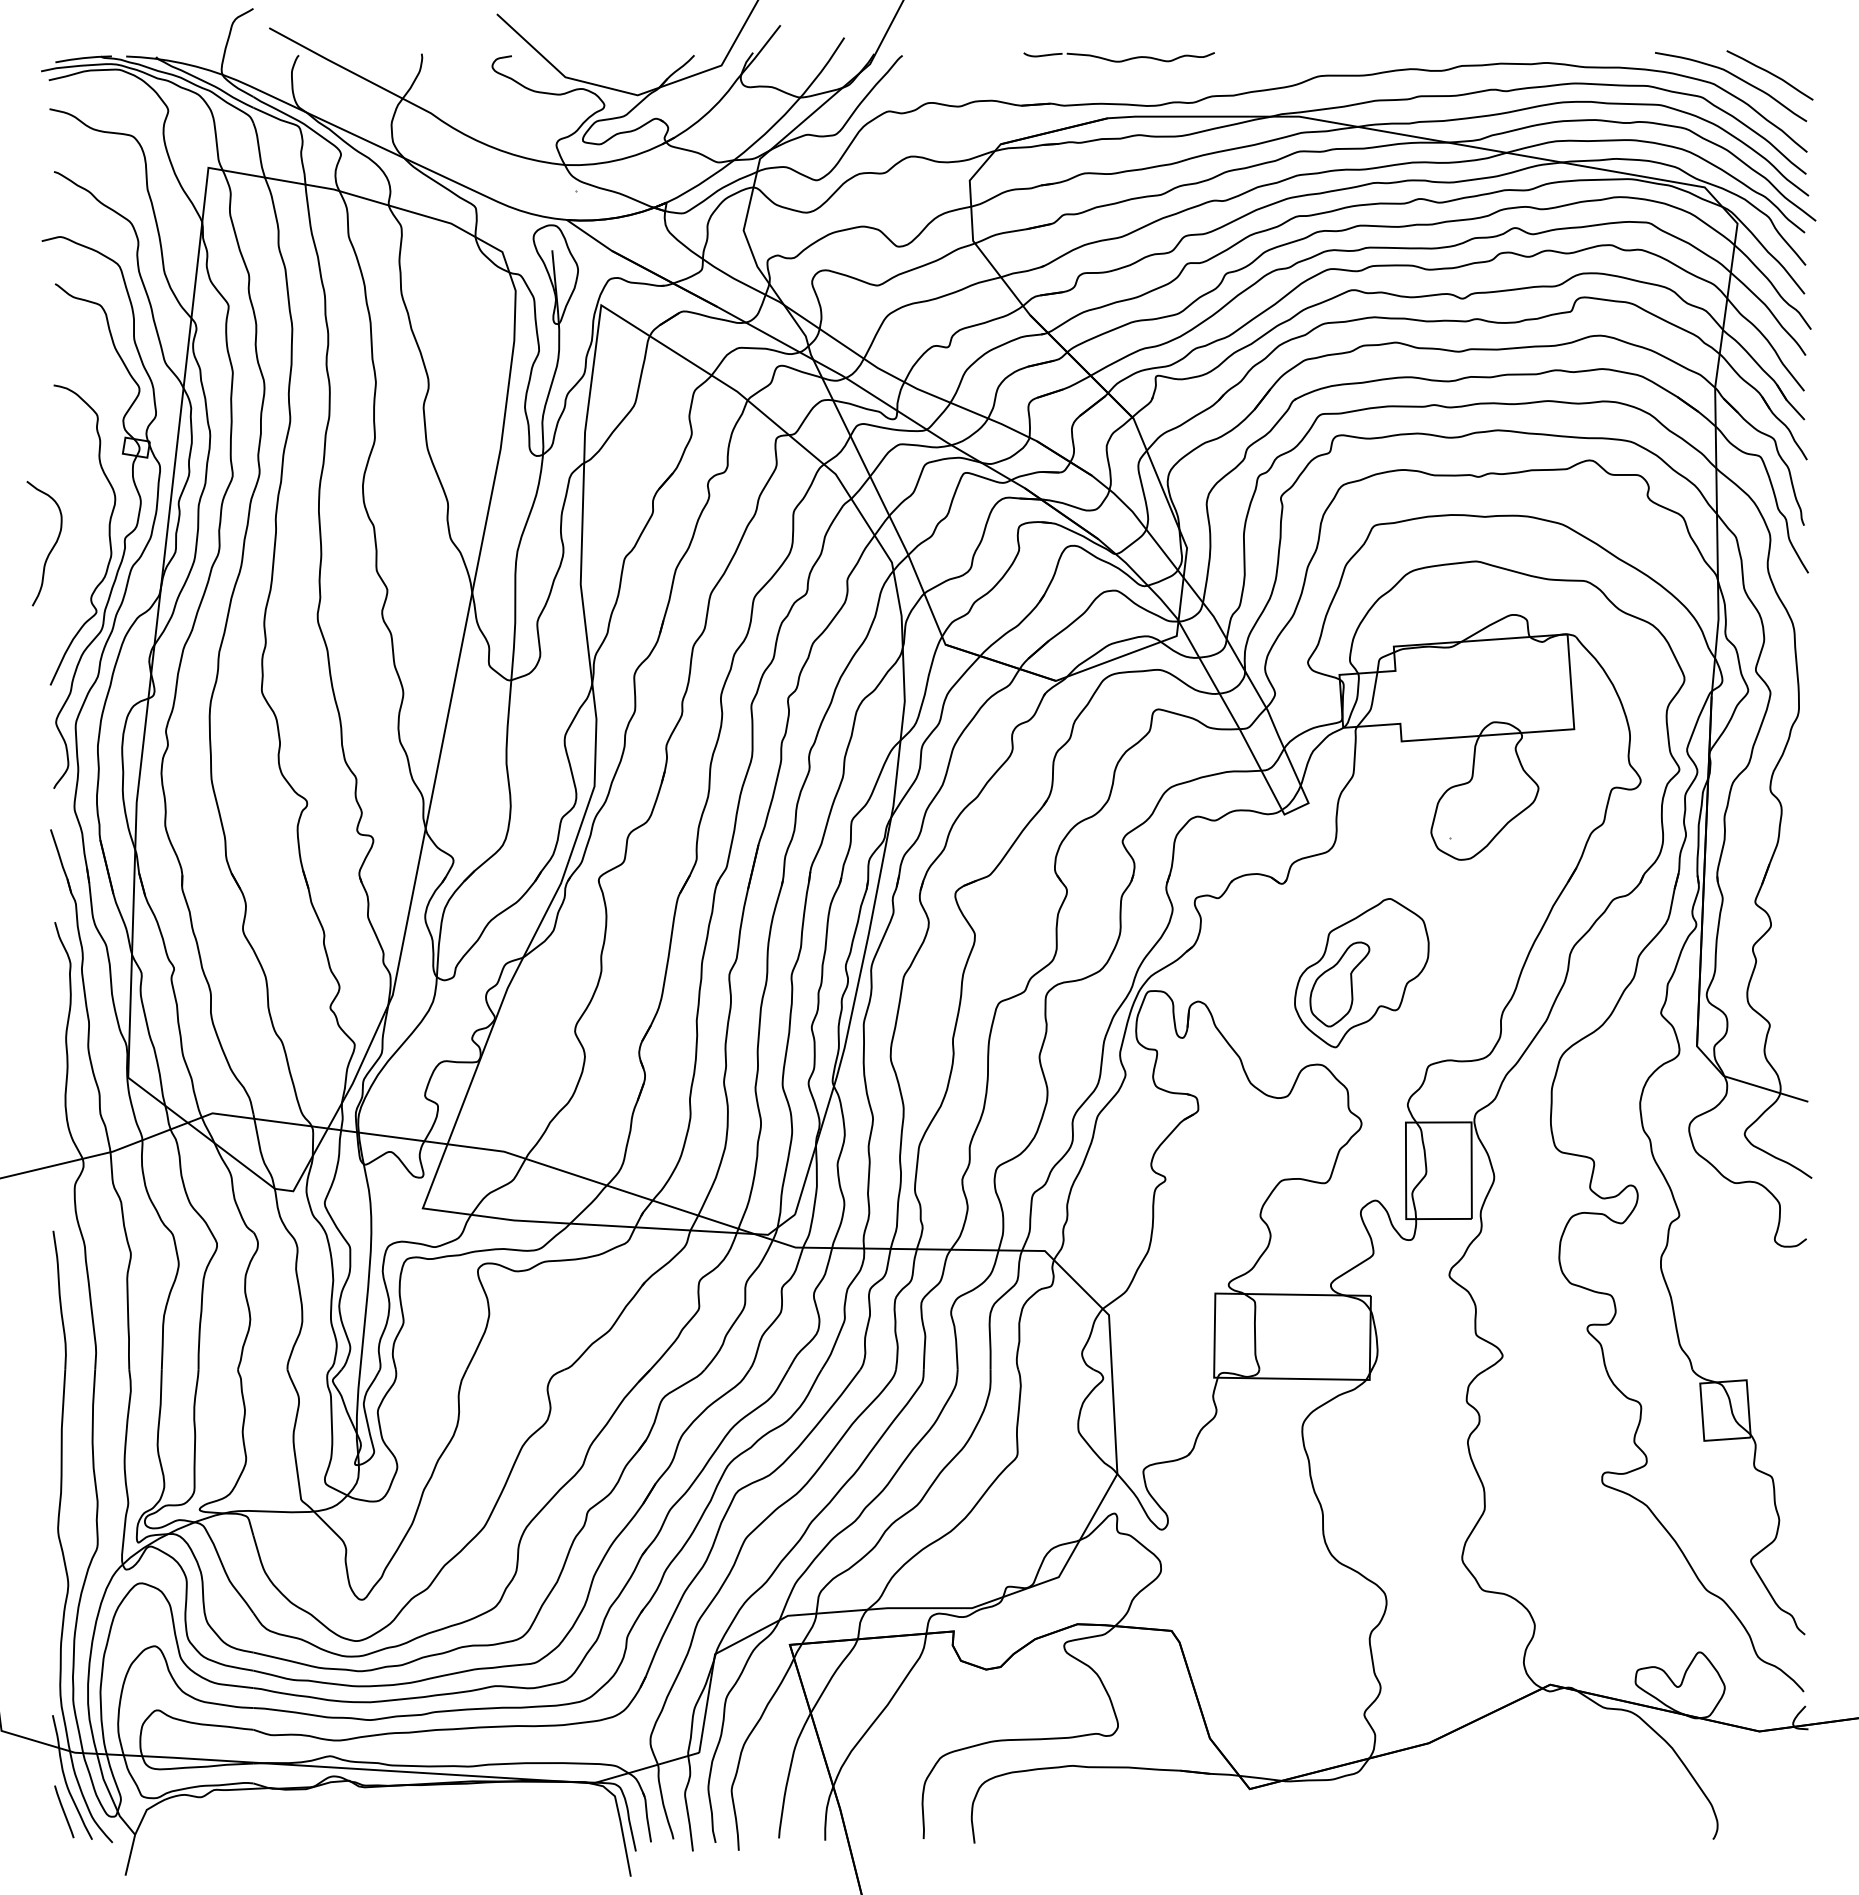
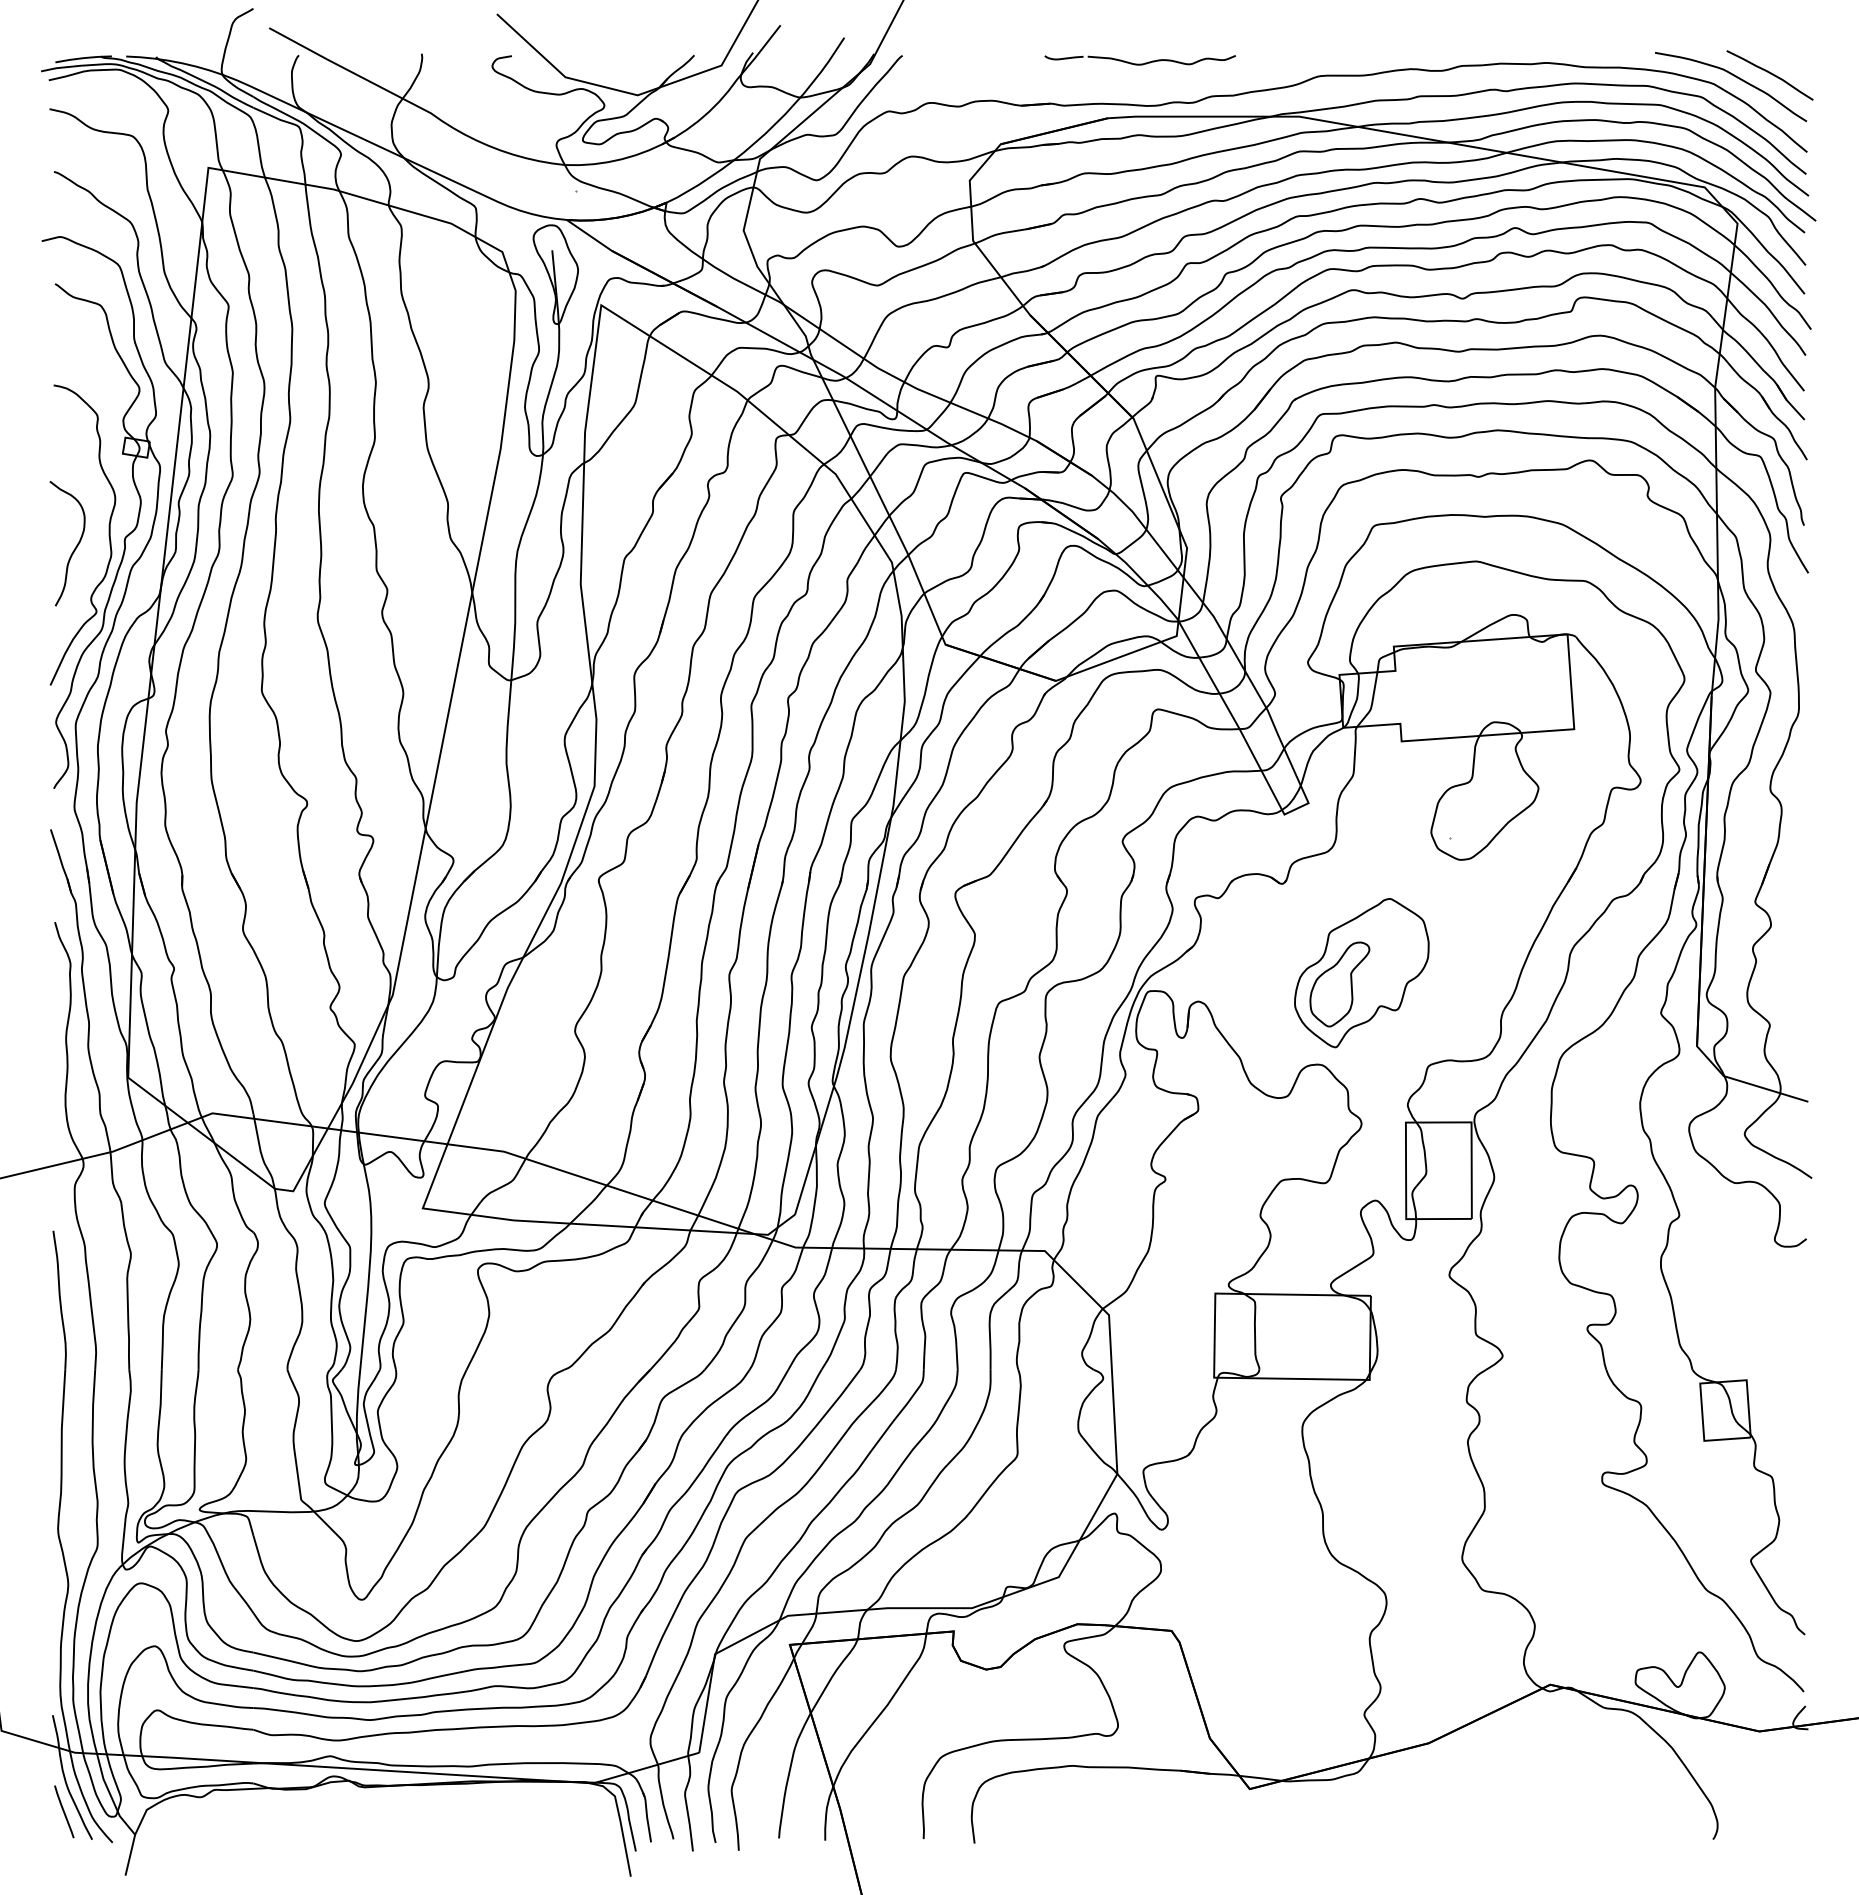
part at (1118, 57) position: (1118, 57) -> (1139, 60)
curve at (52, 546) position: (52, 546) -> (75, 546)
